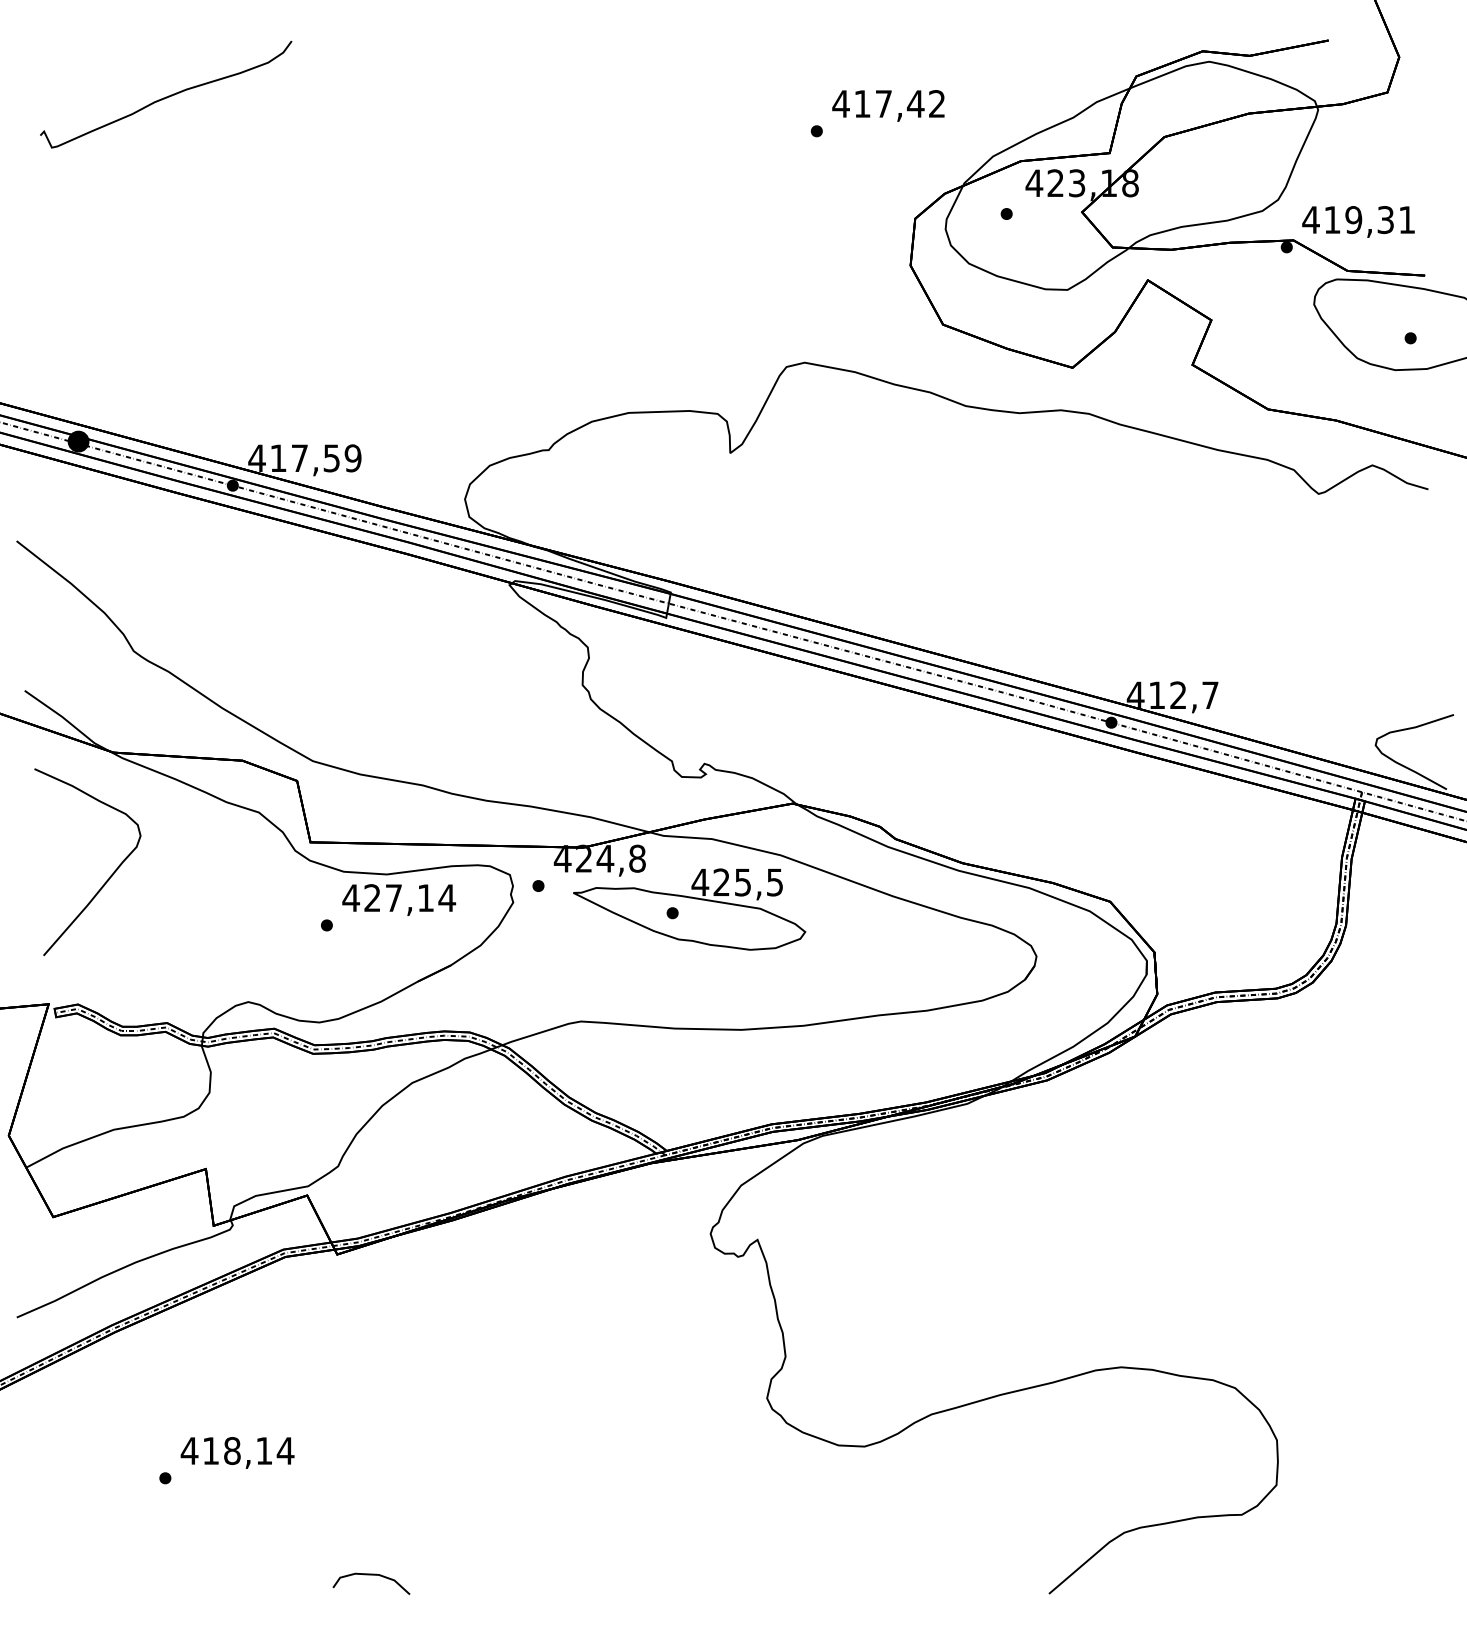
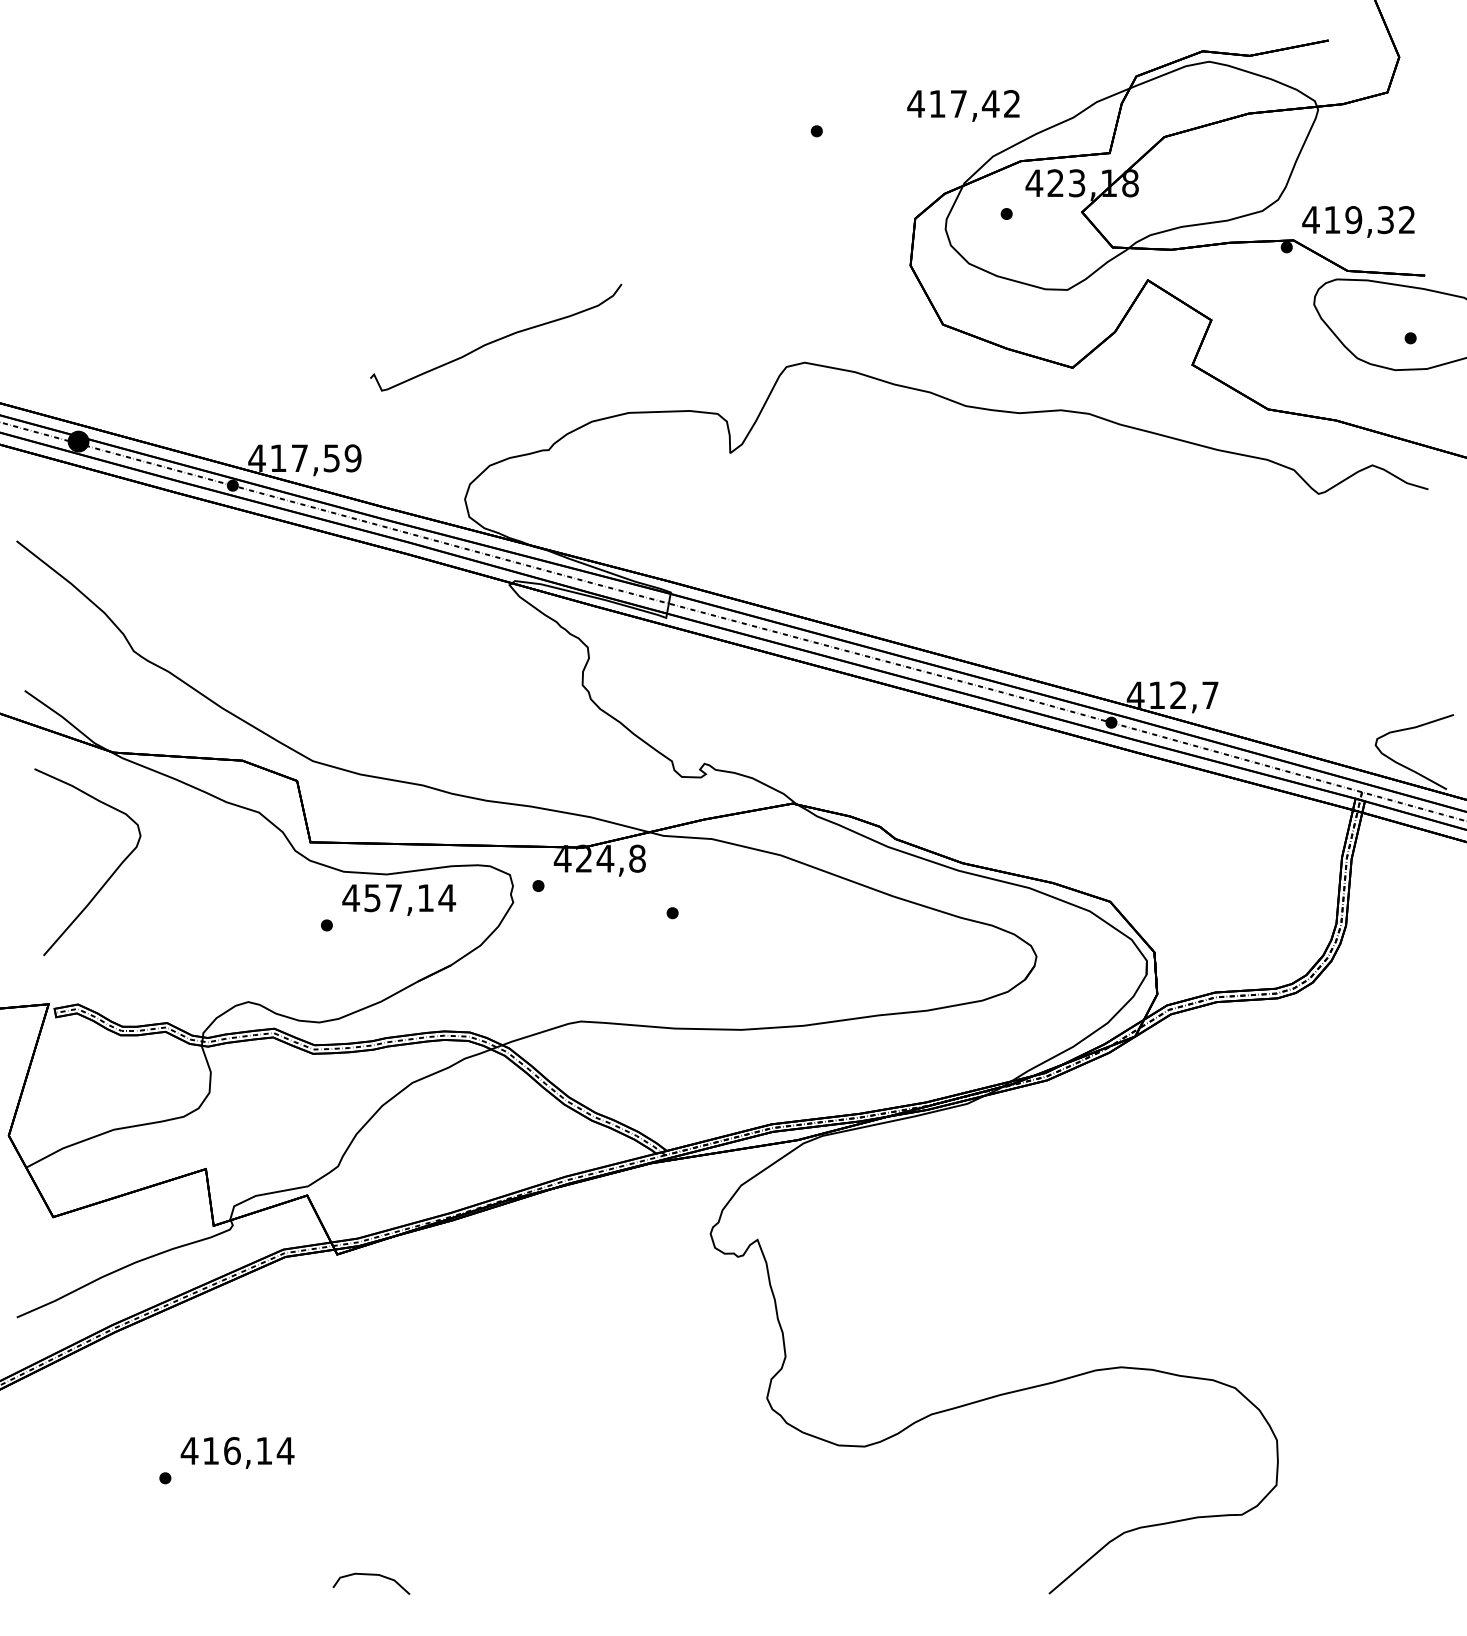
curve at (166, 96) position: (166, 96) -> (496, 339)
text at (888, 105) position: (888, 105) -> (963, 105)
text at (1406, 219): 419,31 -> 419,32
text at (372, 898): 427,14 -> 457,14
part at (689, 909): present -> none
text at (232, 1450): 418,14 -> 416,14
